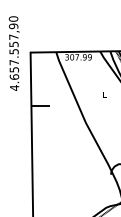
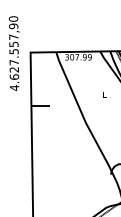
text at (14, 69): 4.657.557,90 -> 4.627.557,90
